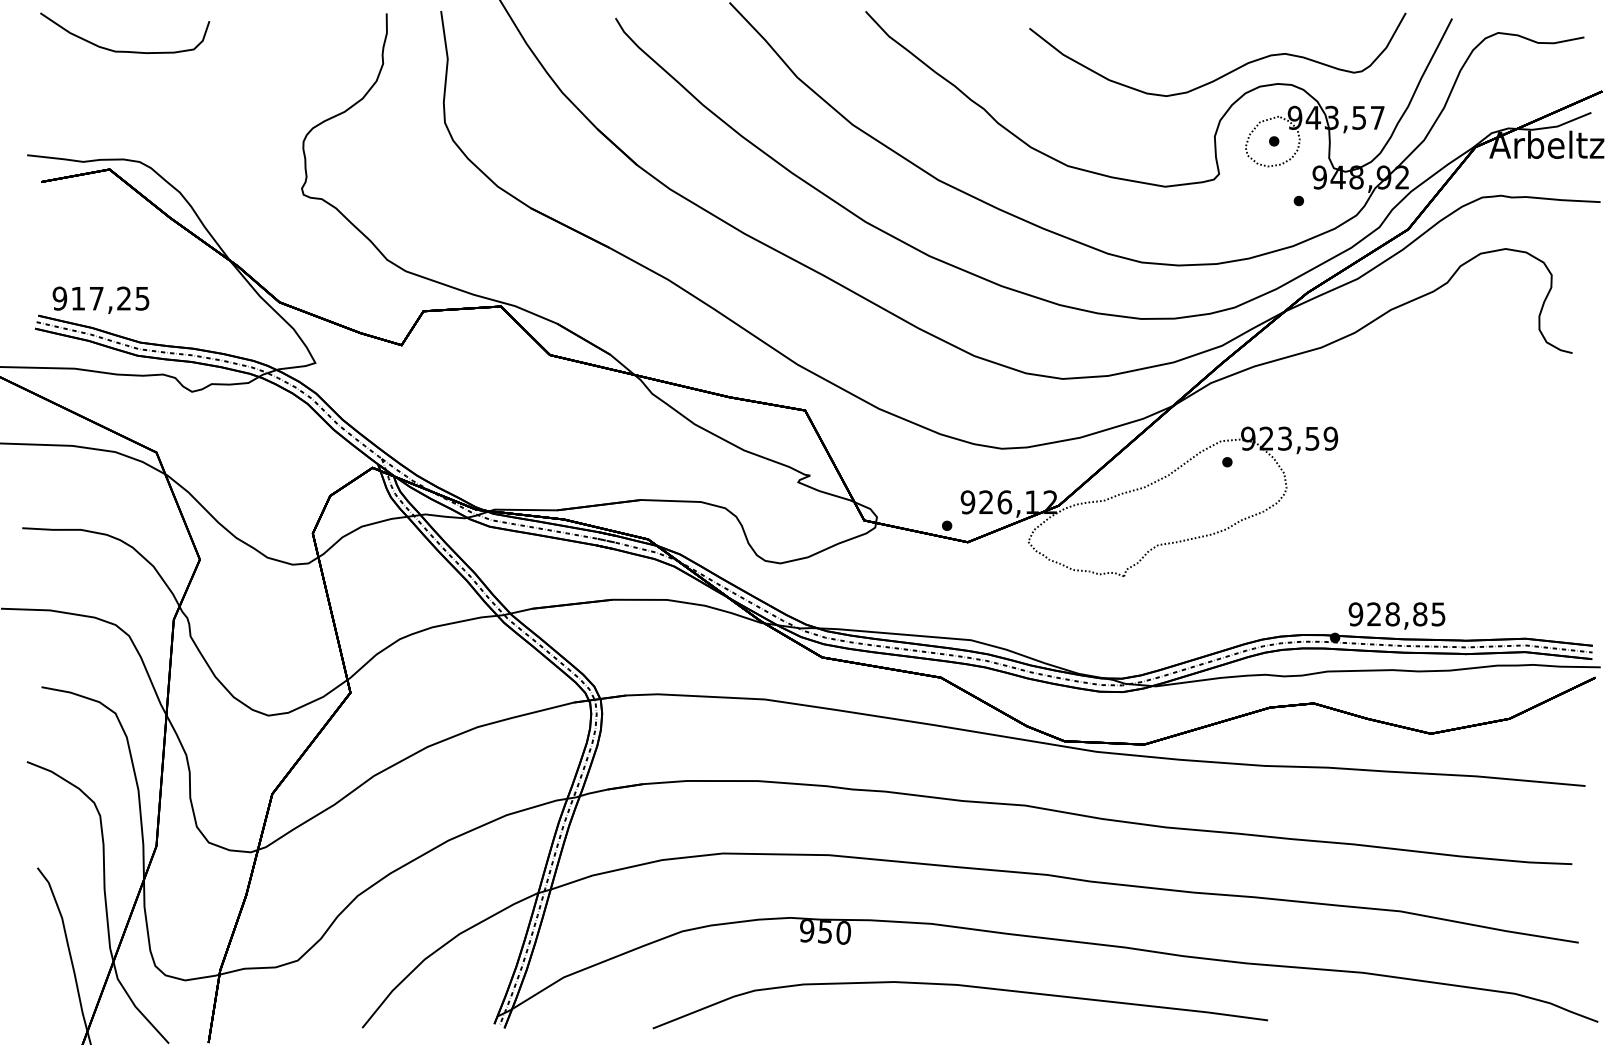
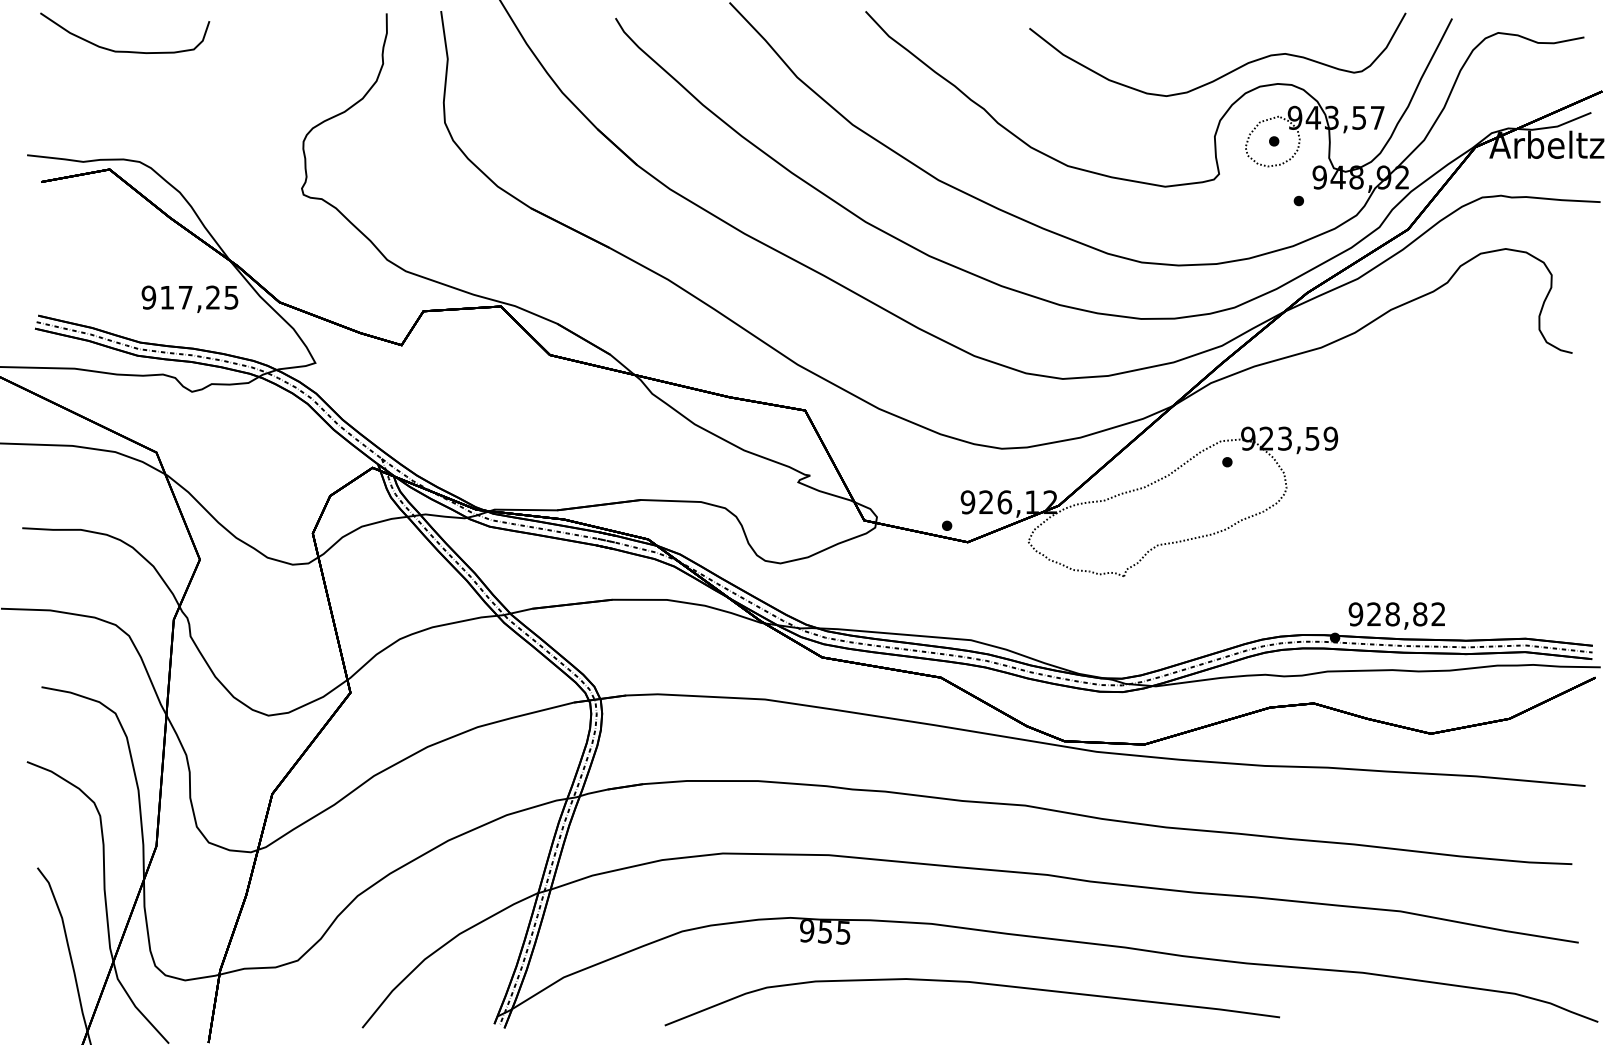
text at (100, 299) position: (100, 299) -> (189, 298)
text at (1438, 614): 928,85 -> 928,82
text at (843, 932): 950 -> 955
curve at (959, 986) position: (959, 986) -> (971, 983)
